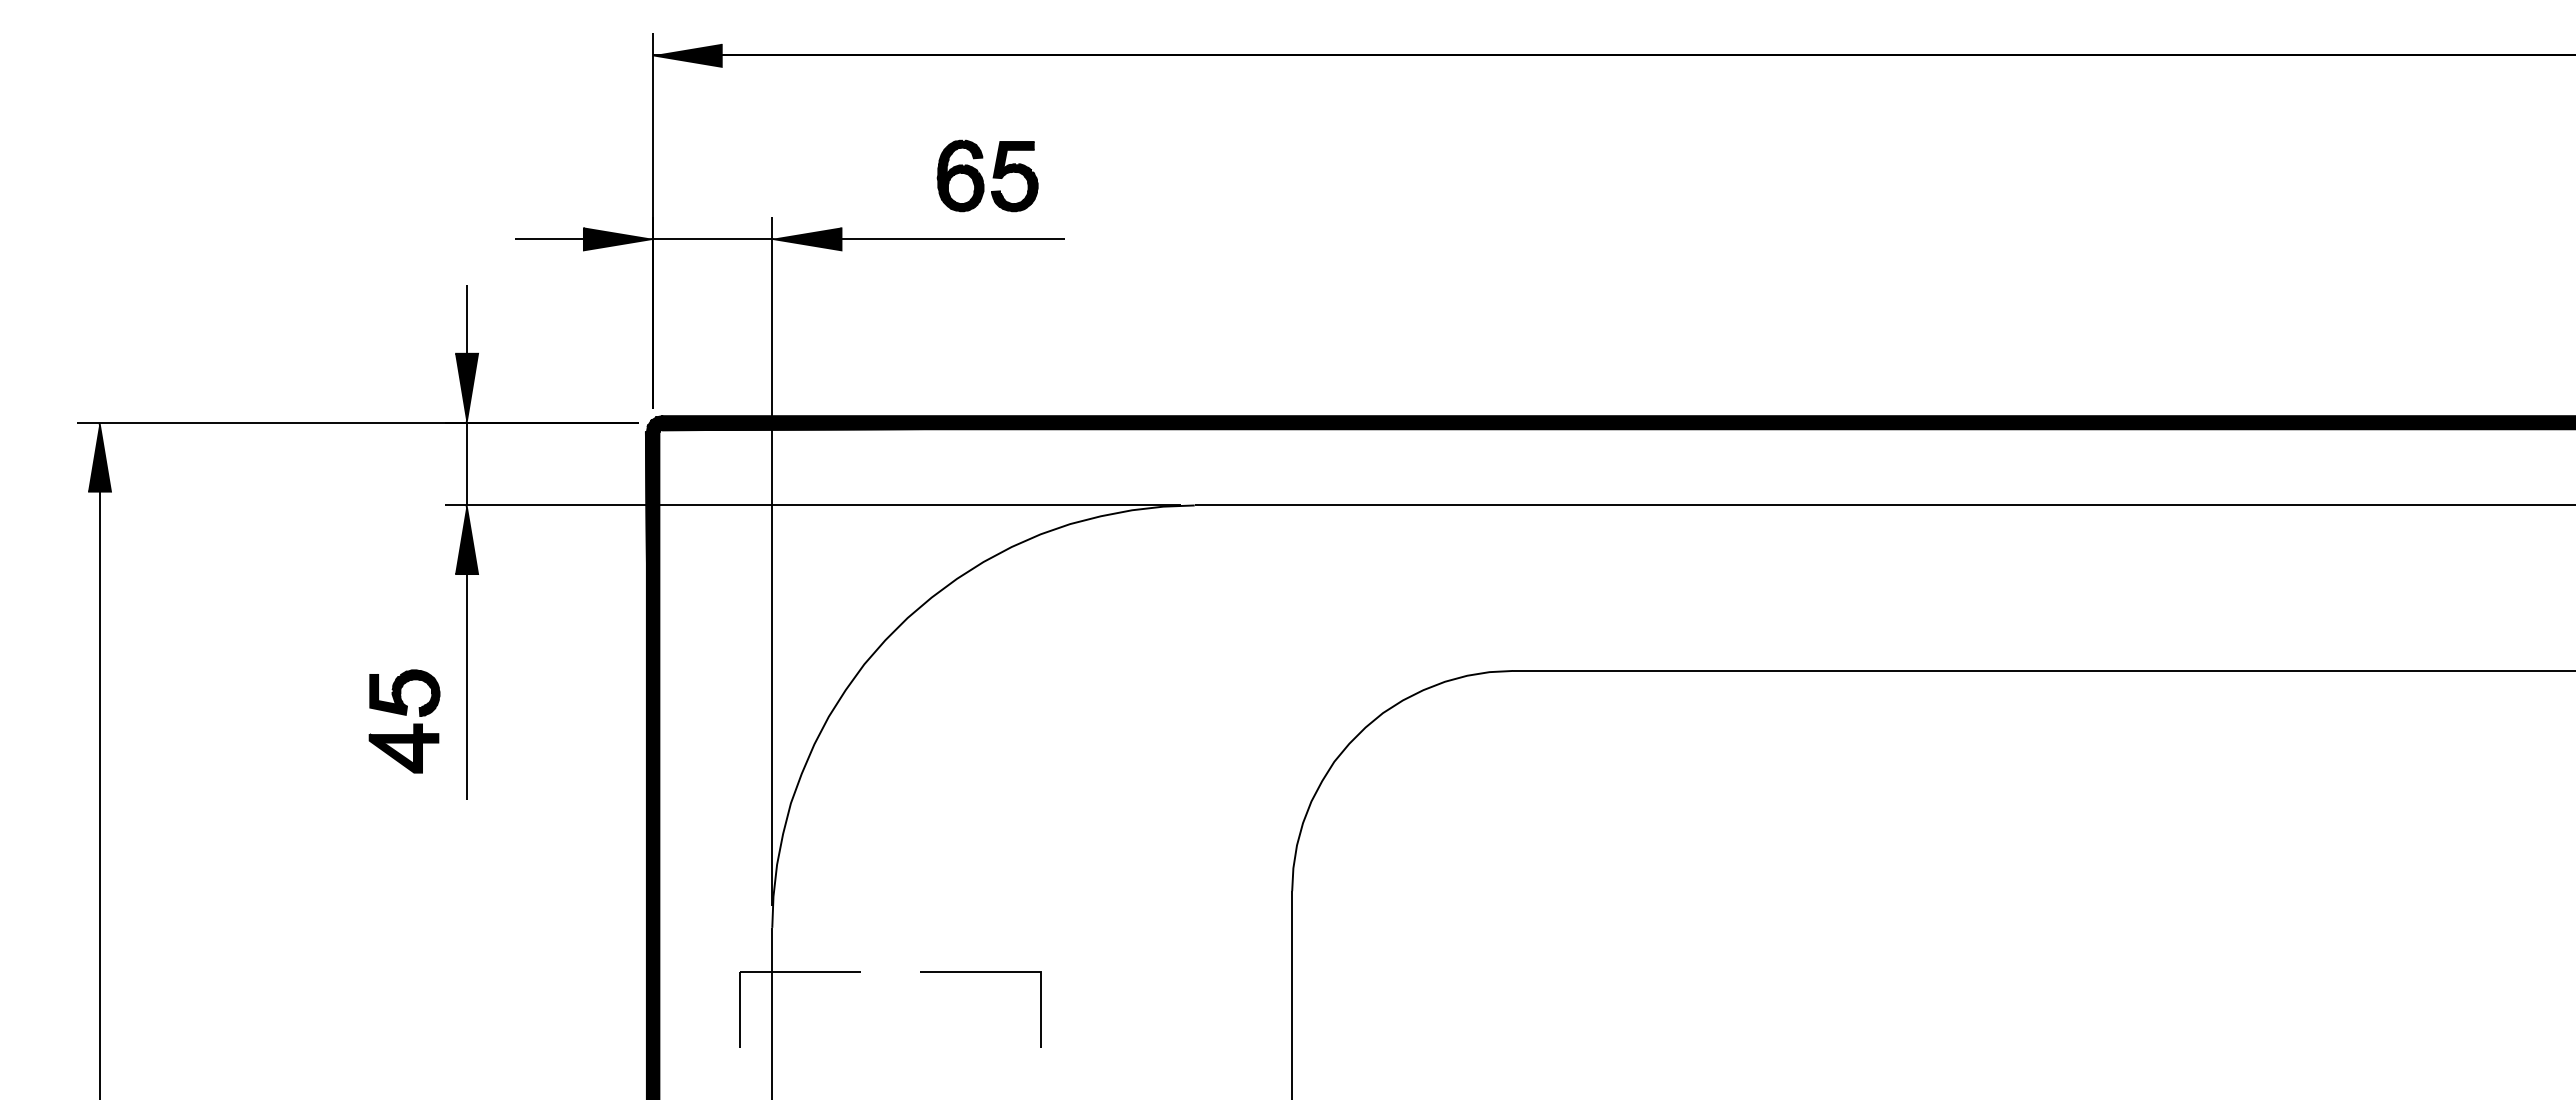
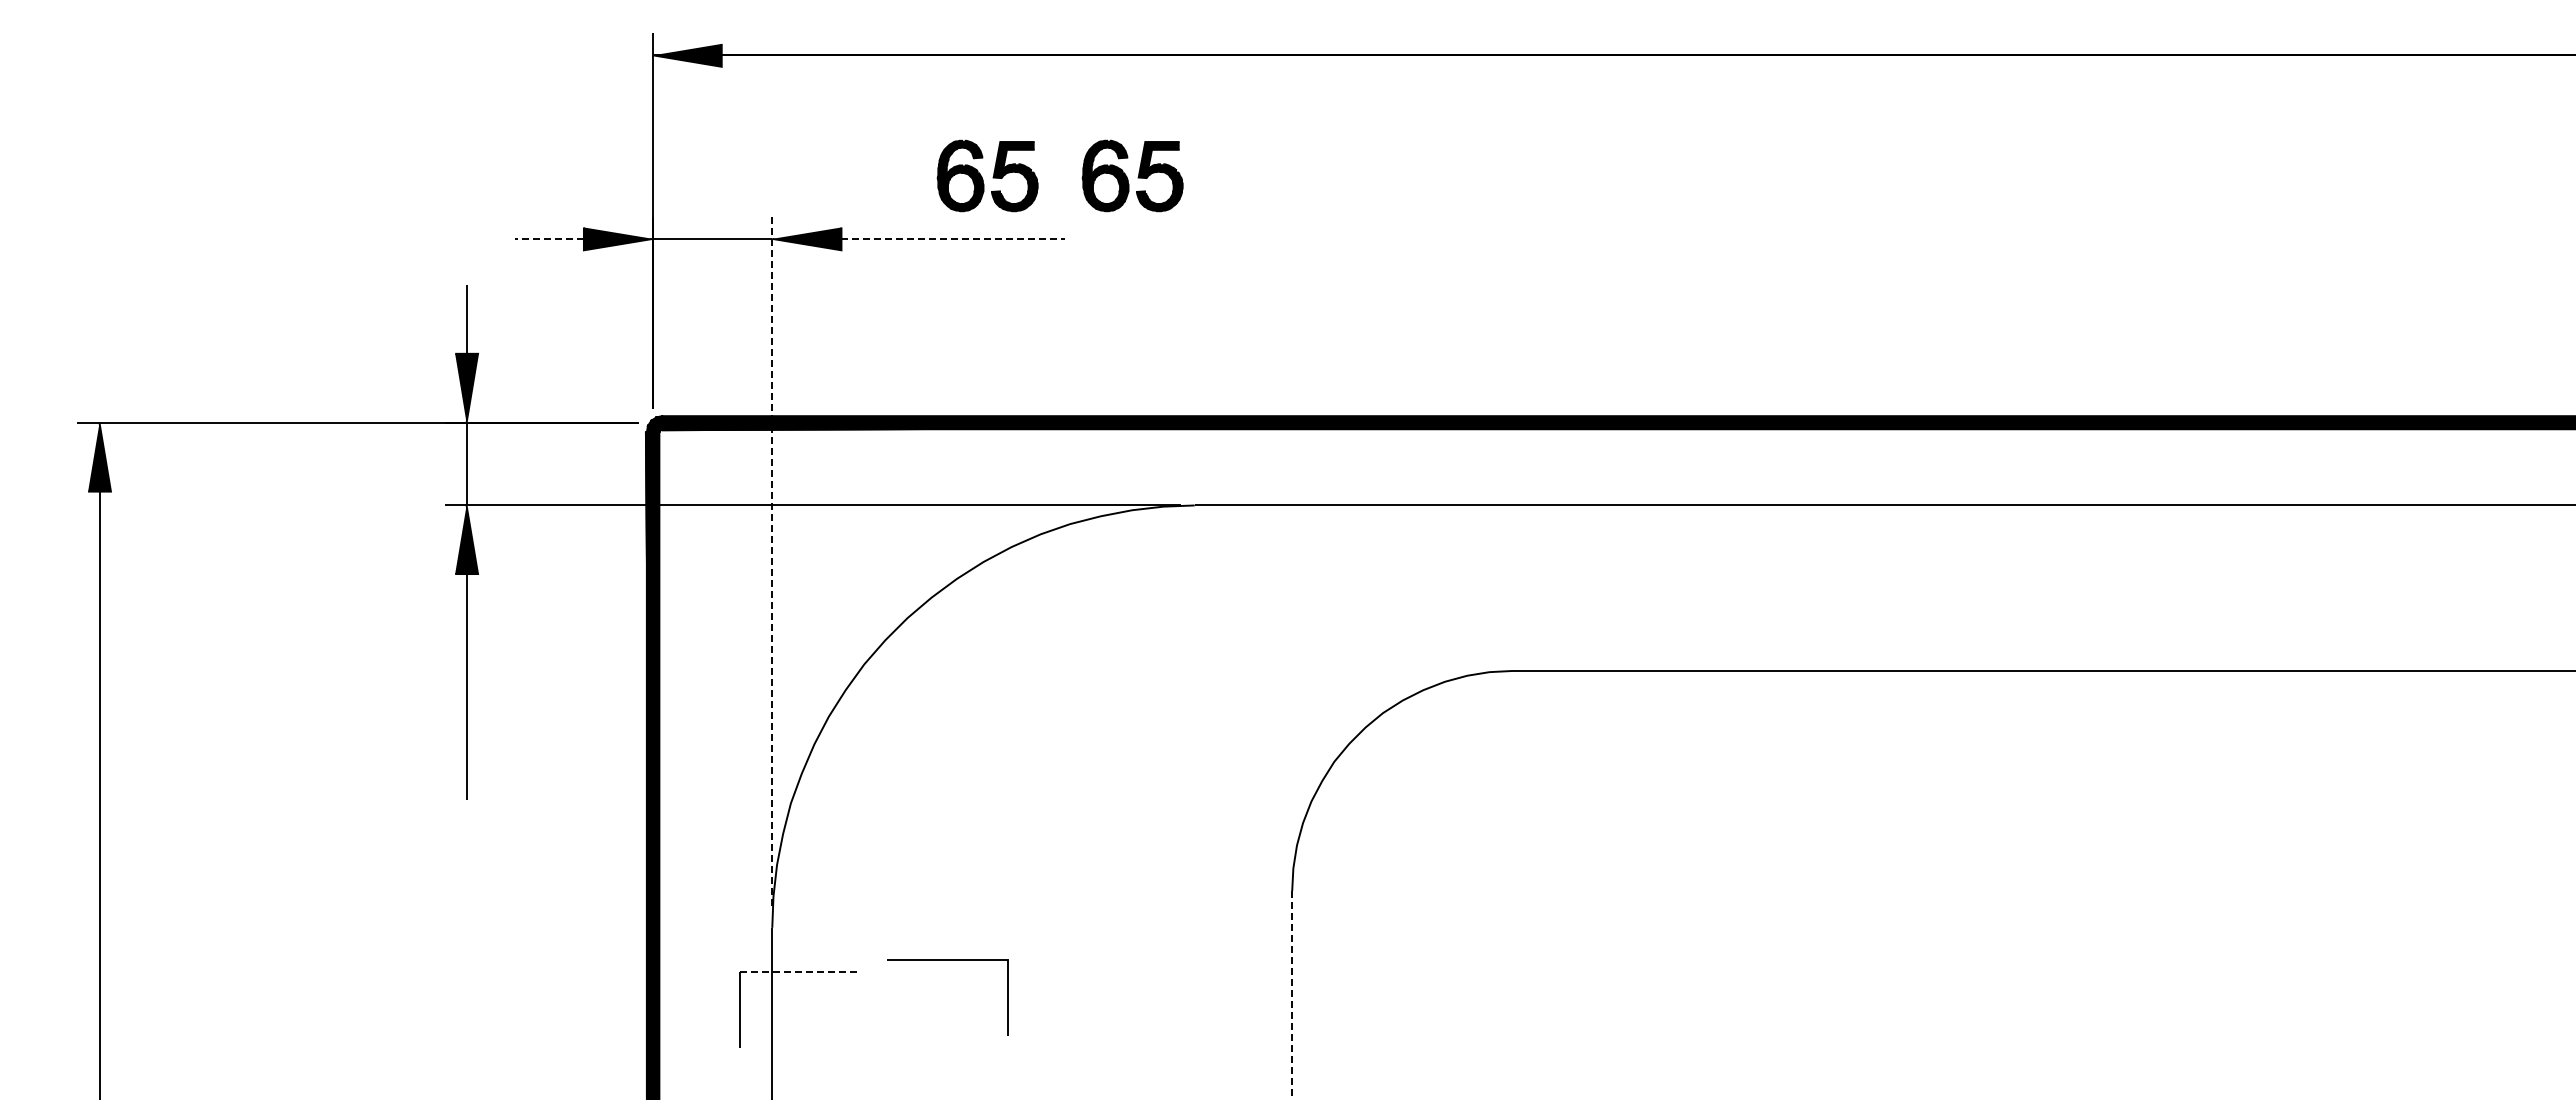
part at (1132, 175): none -> present
line at (549, 238): solid -> dashed
line at (953, 238): solid -> dashed
line at (772, 560): solid -> dashed
part at (404, 721): present -> none
line at (801, 971): solid -> dashed
line at (980, 972) position: (980, 972) -> (947, 960)
line at (1292, 995): solid -> dashed
